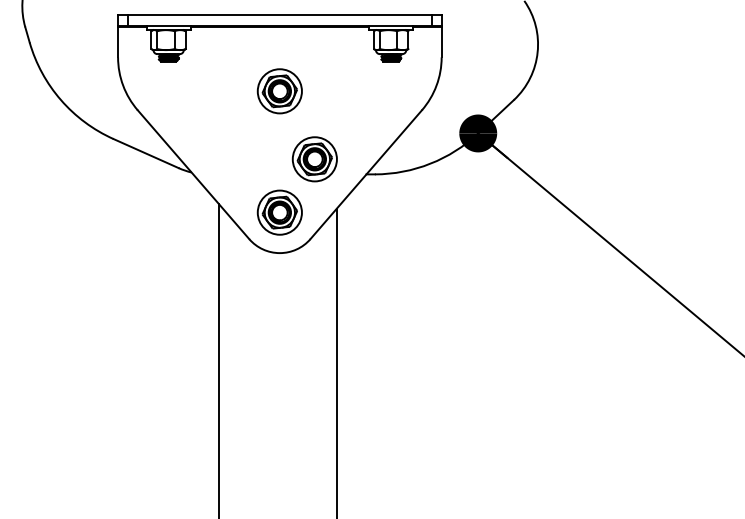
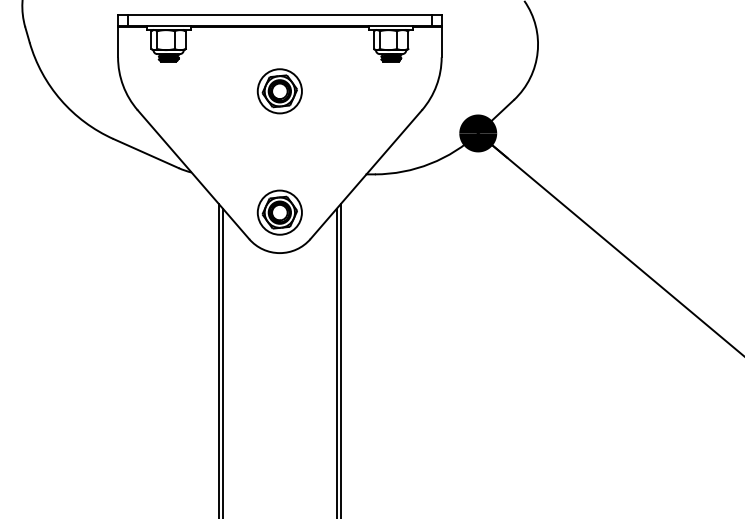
part at (314, 159): present -> none
line at (340, 359): none -> present
line at (223, 362): none -> present
